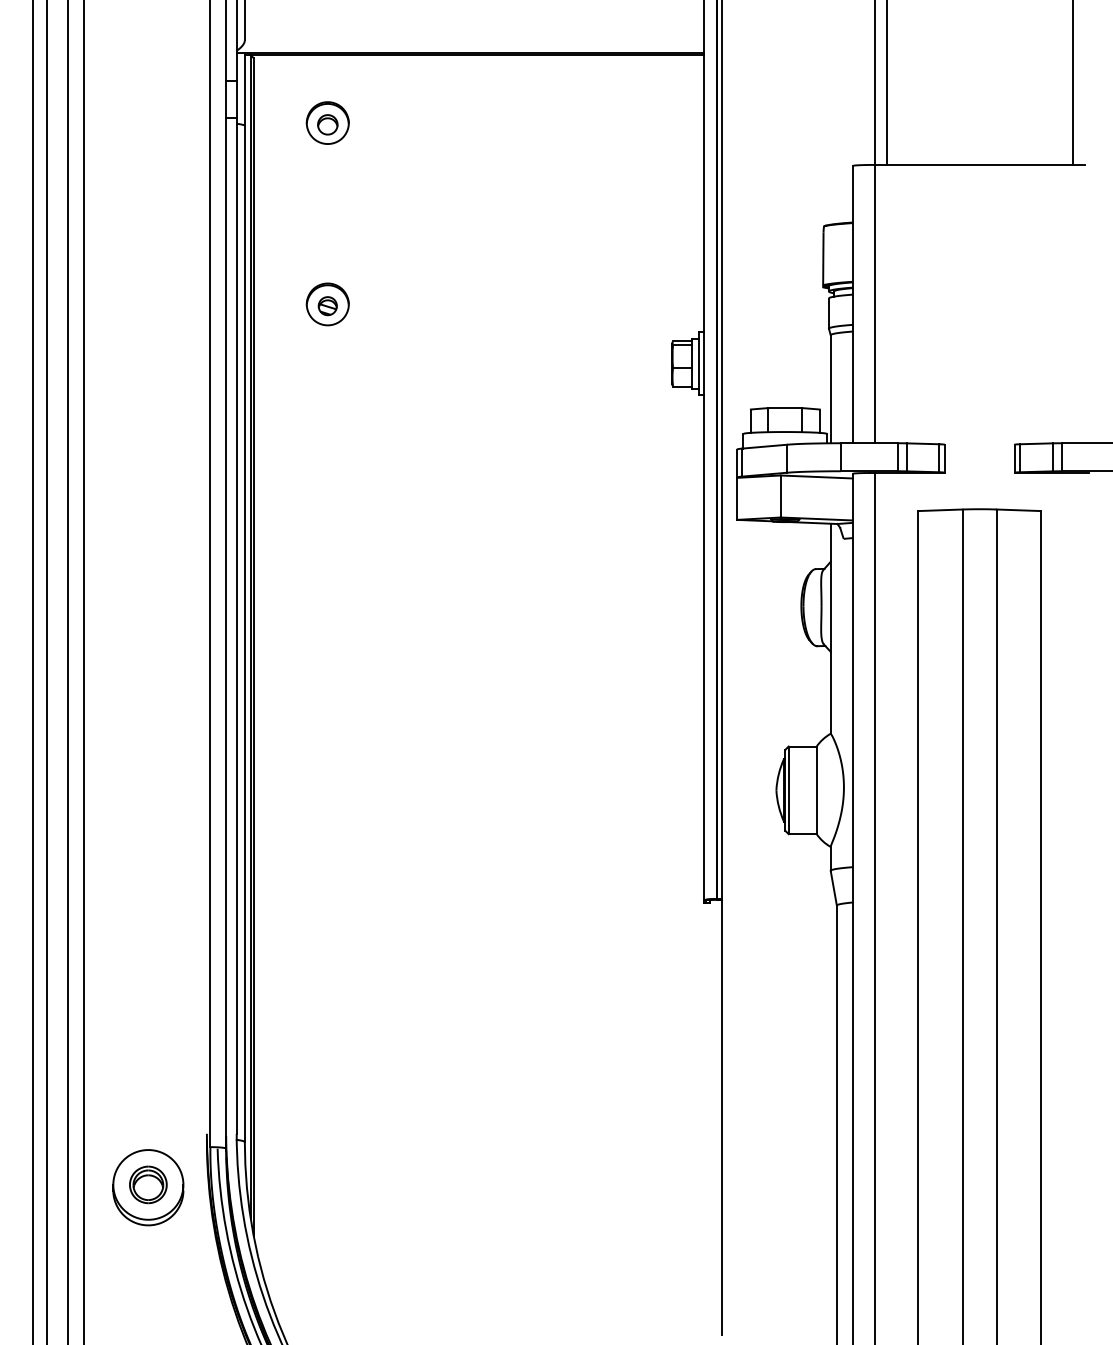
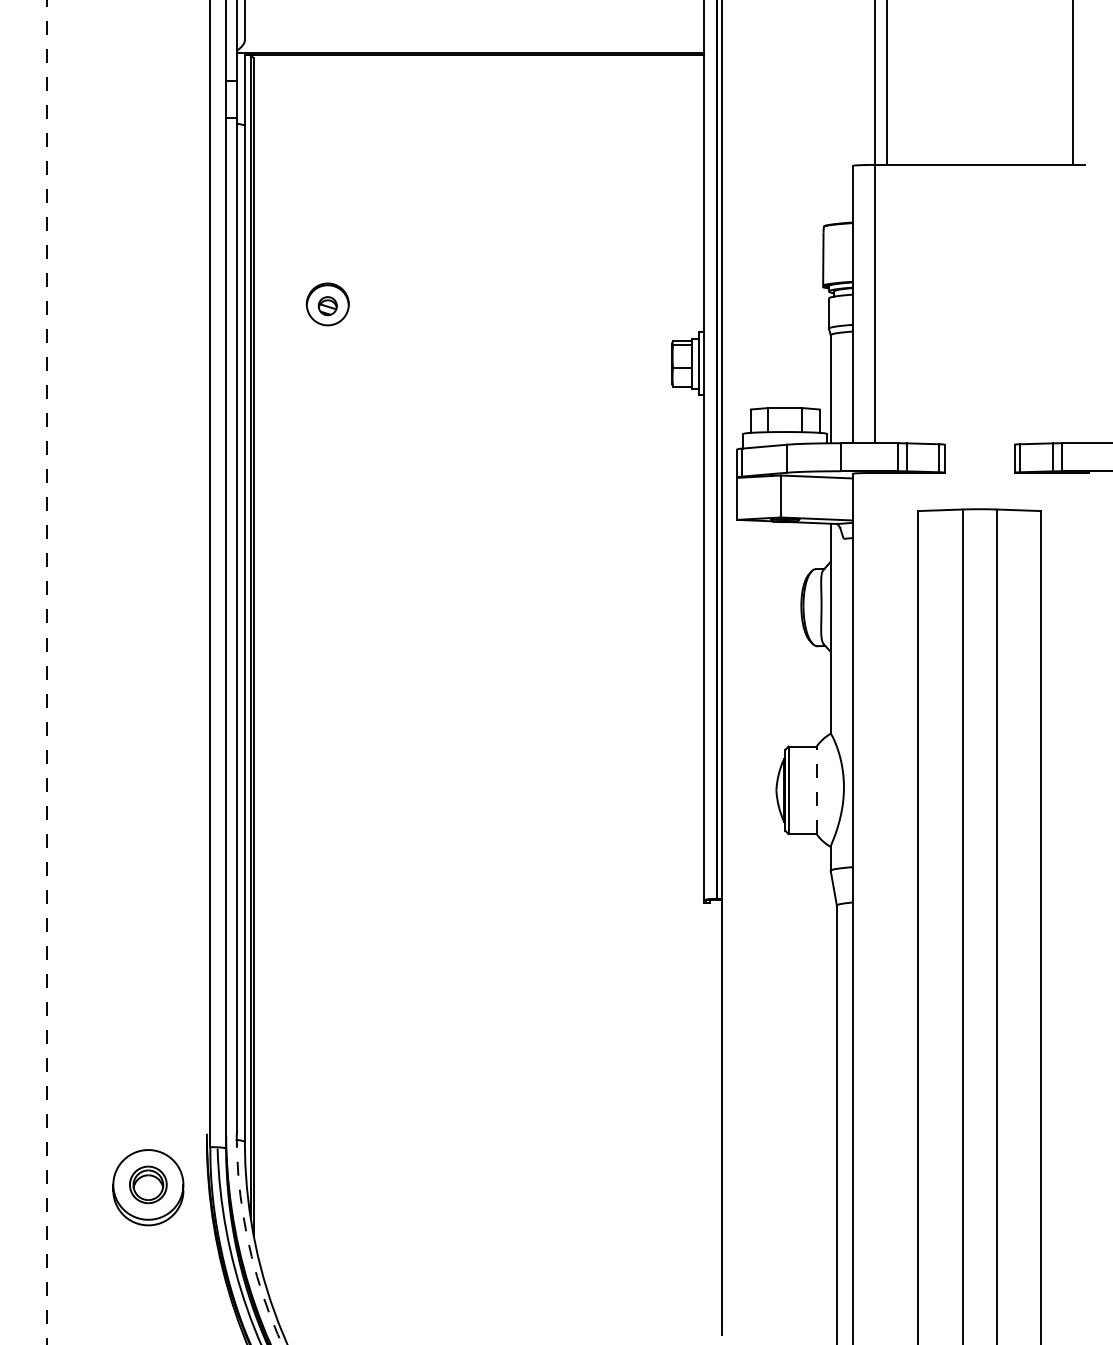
part at (327, 122): present -> none
line at (33, 671): present -> none
line at (68, 671): present -> none
line at (84, 671): present -> none
line at (47, 672): solid -> dashed
line at (816, 790): solid -> dashed
line at (874, 906): present -> none
arc at (248, 1242): solid -> dashed
